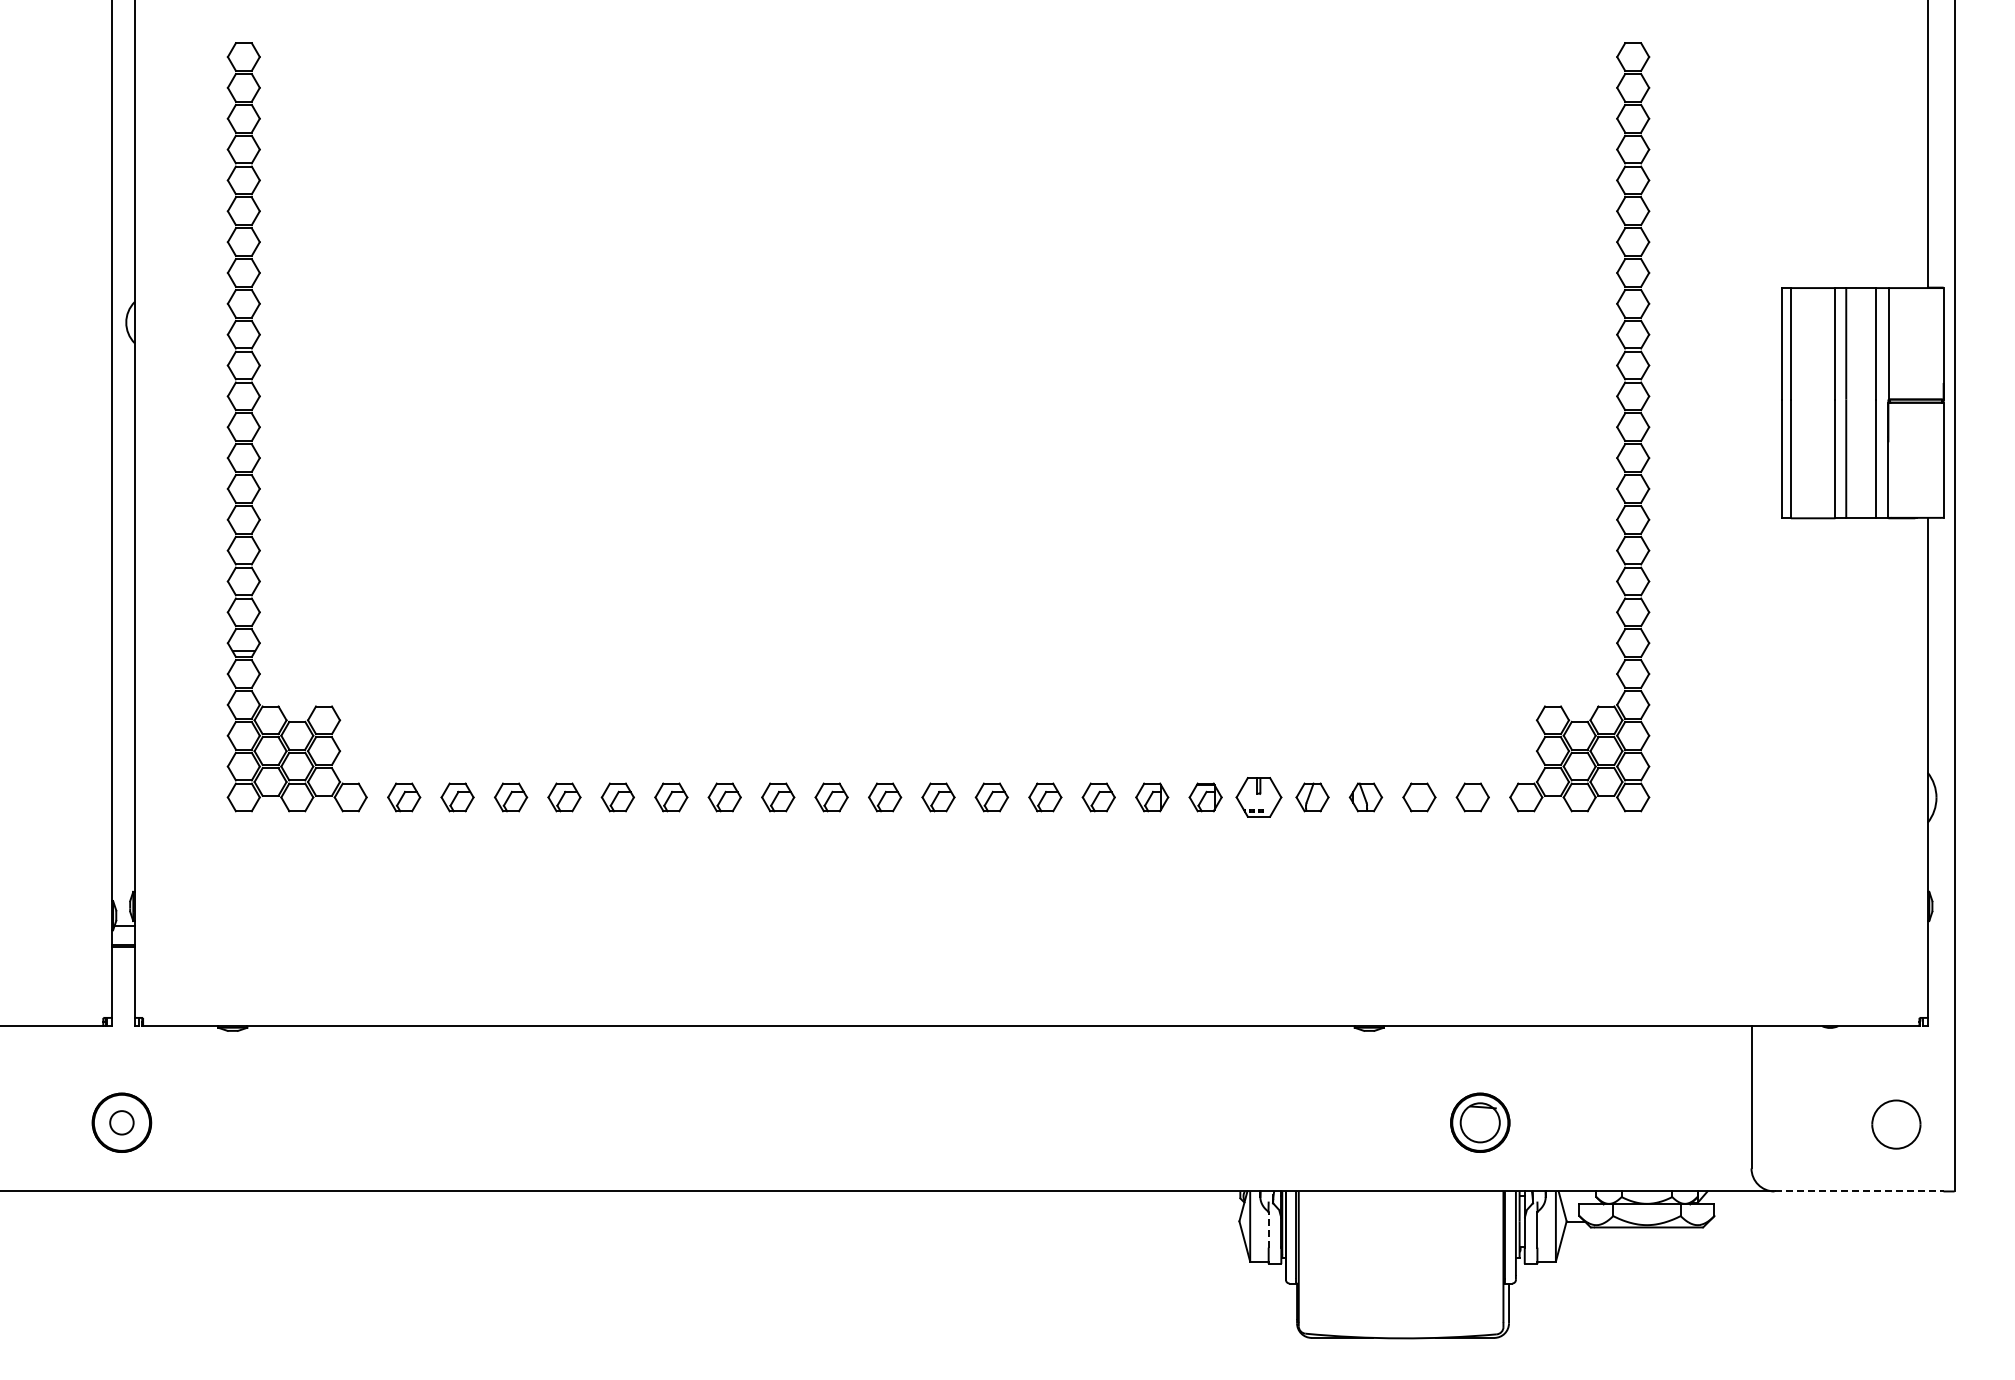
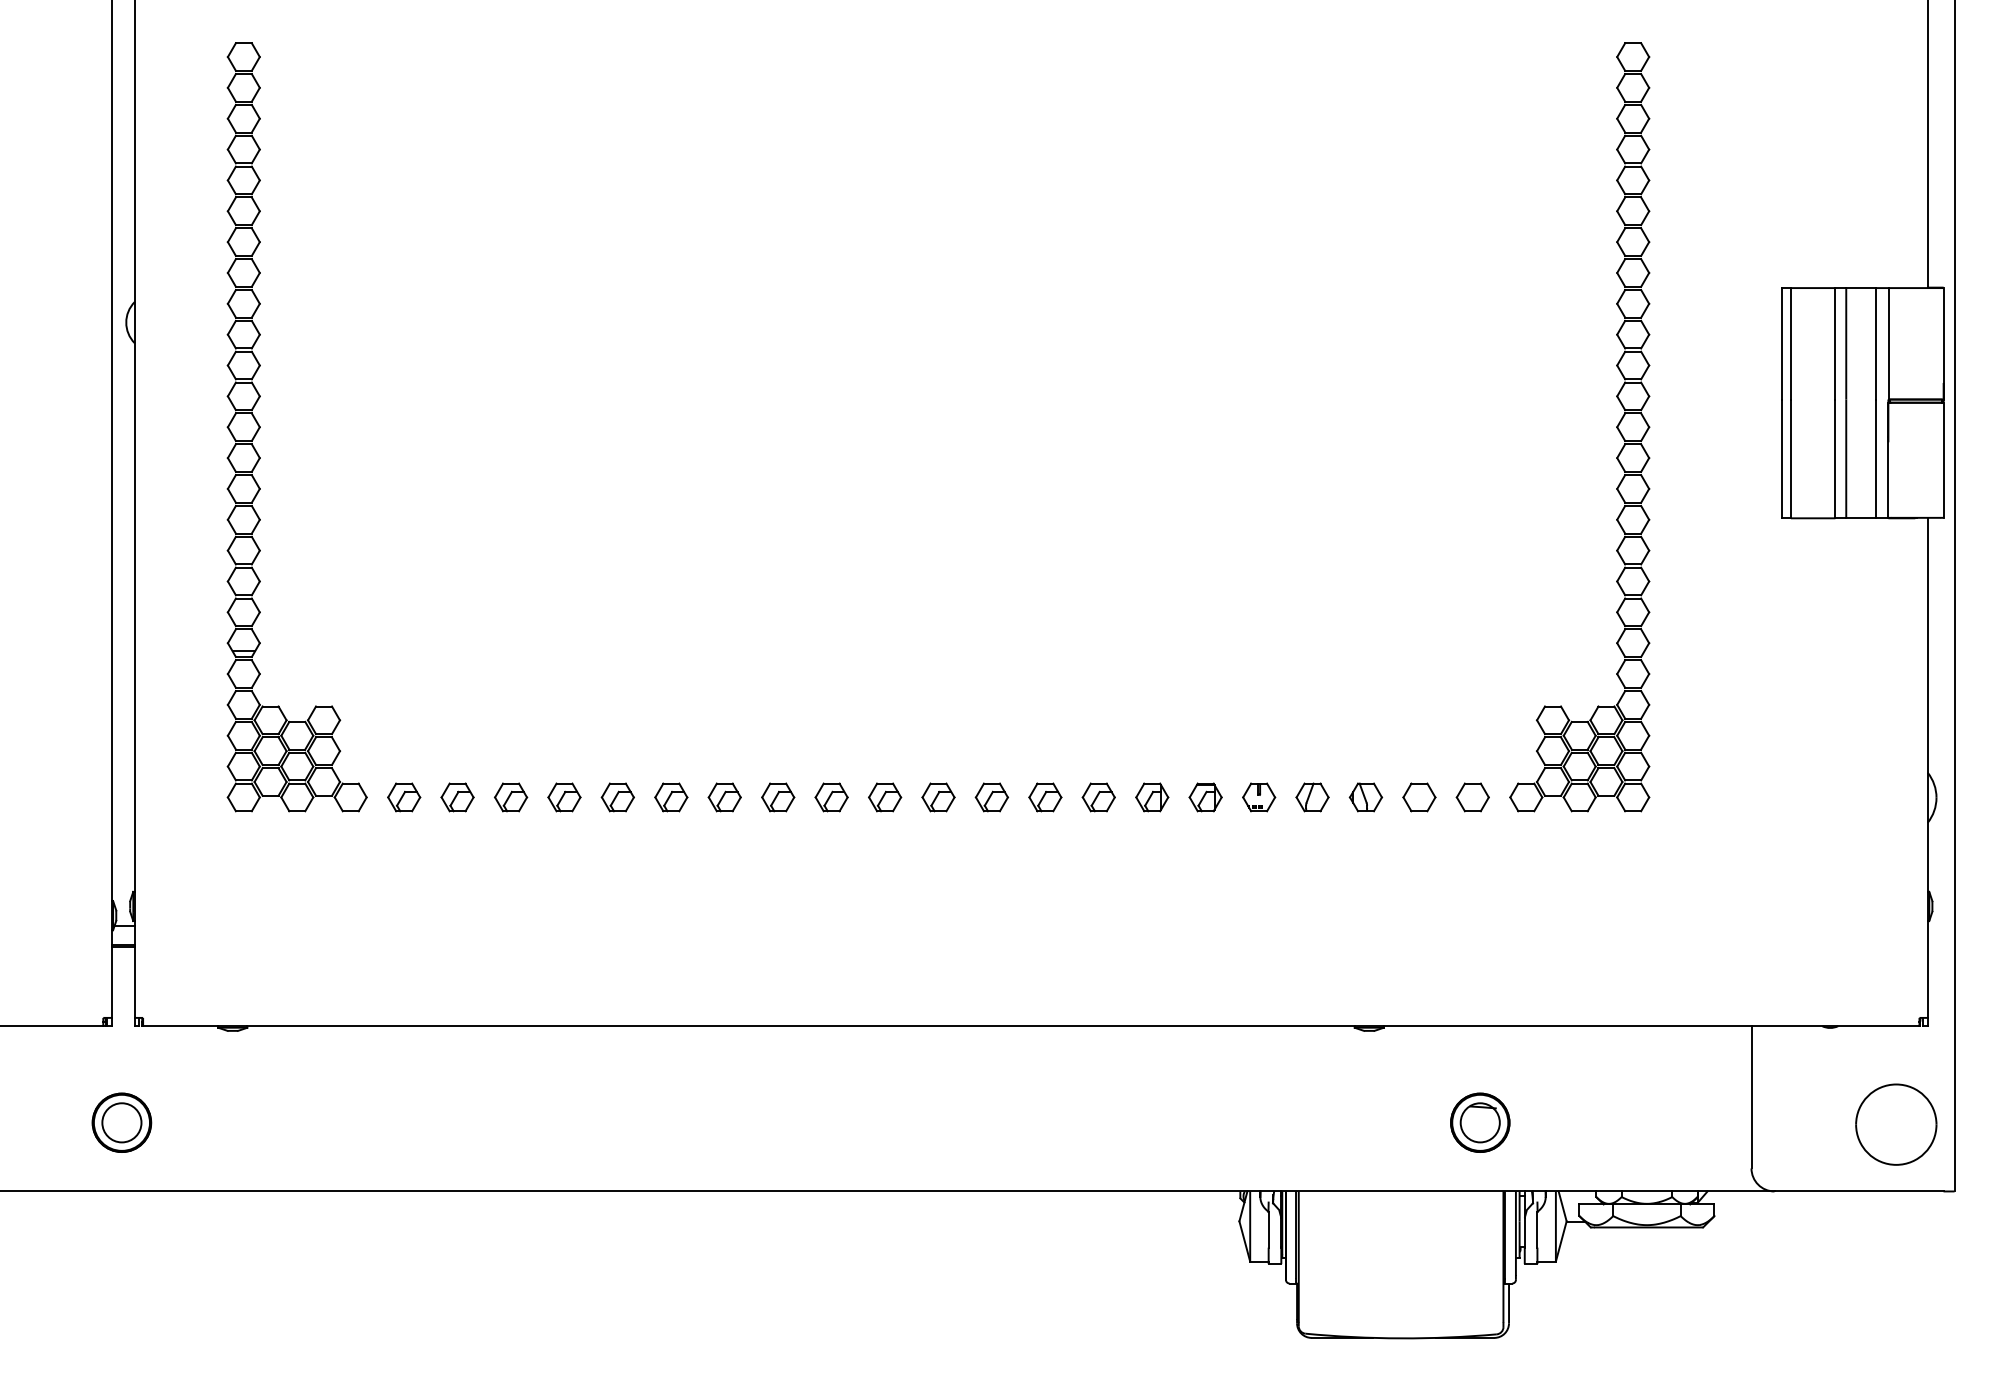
part at (1258, 797) size: 48x41 px -> 35x31 px
circle at (121, 1122) diameter: 23 px -> 39 px
part at (1896, 1124) size: 51x51 px -> 83x83 px
line at (1859, 1191): dashed -> solid
line at (1268, 1229): dashed -> solid
